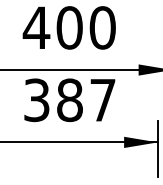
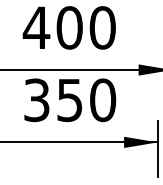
text at (86, 100): 387 -> 350
